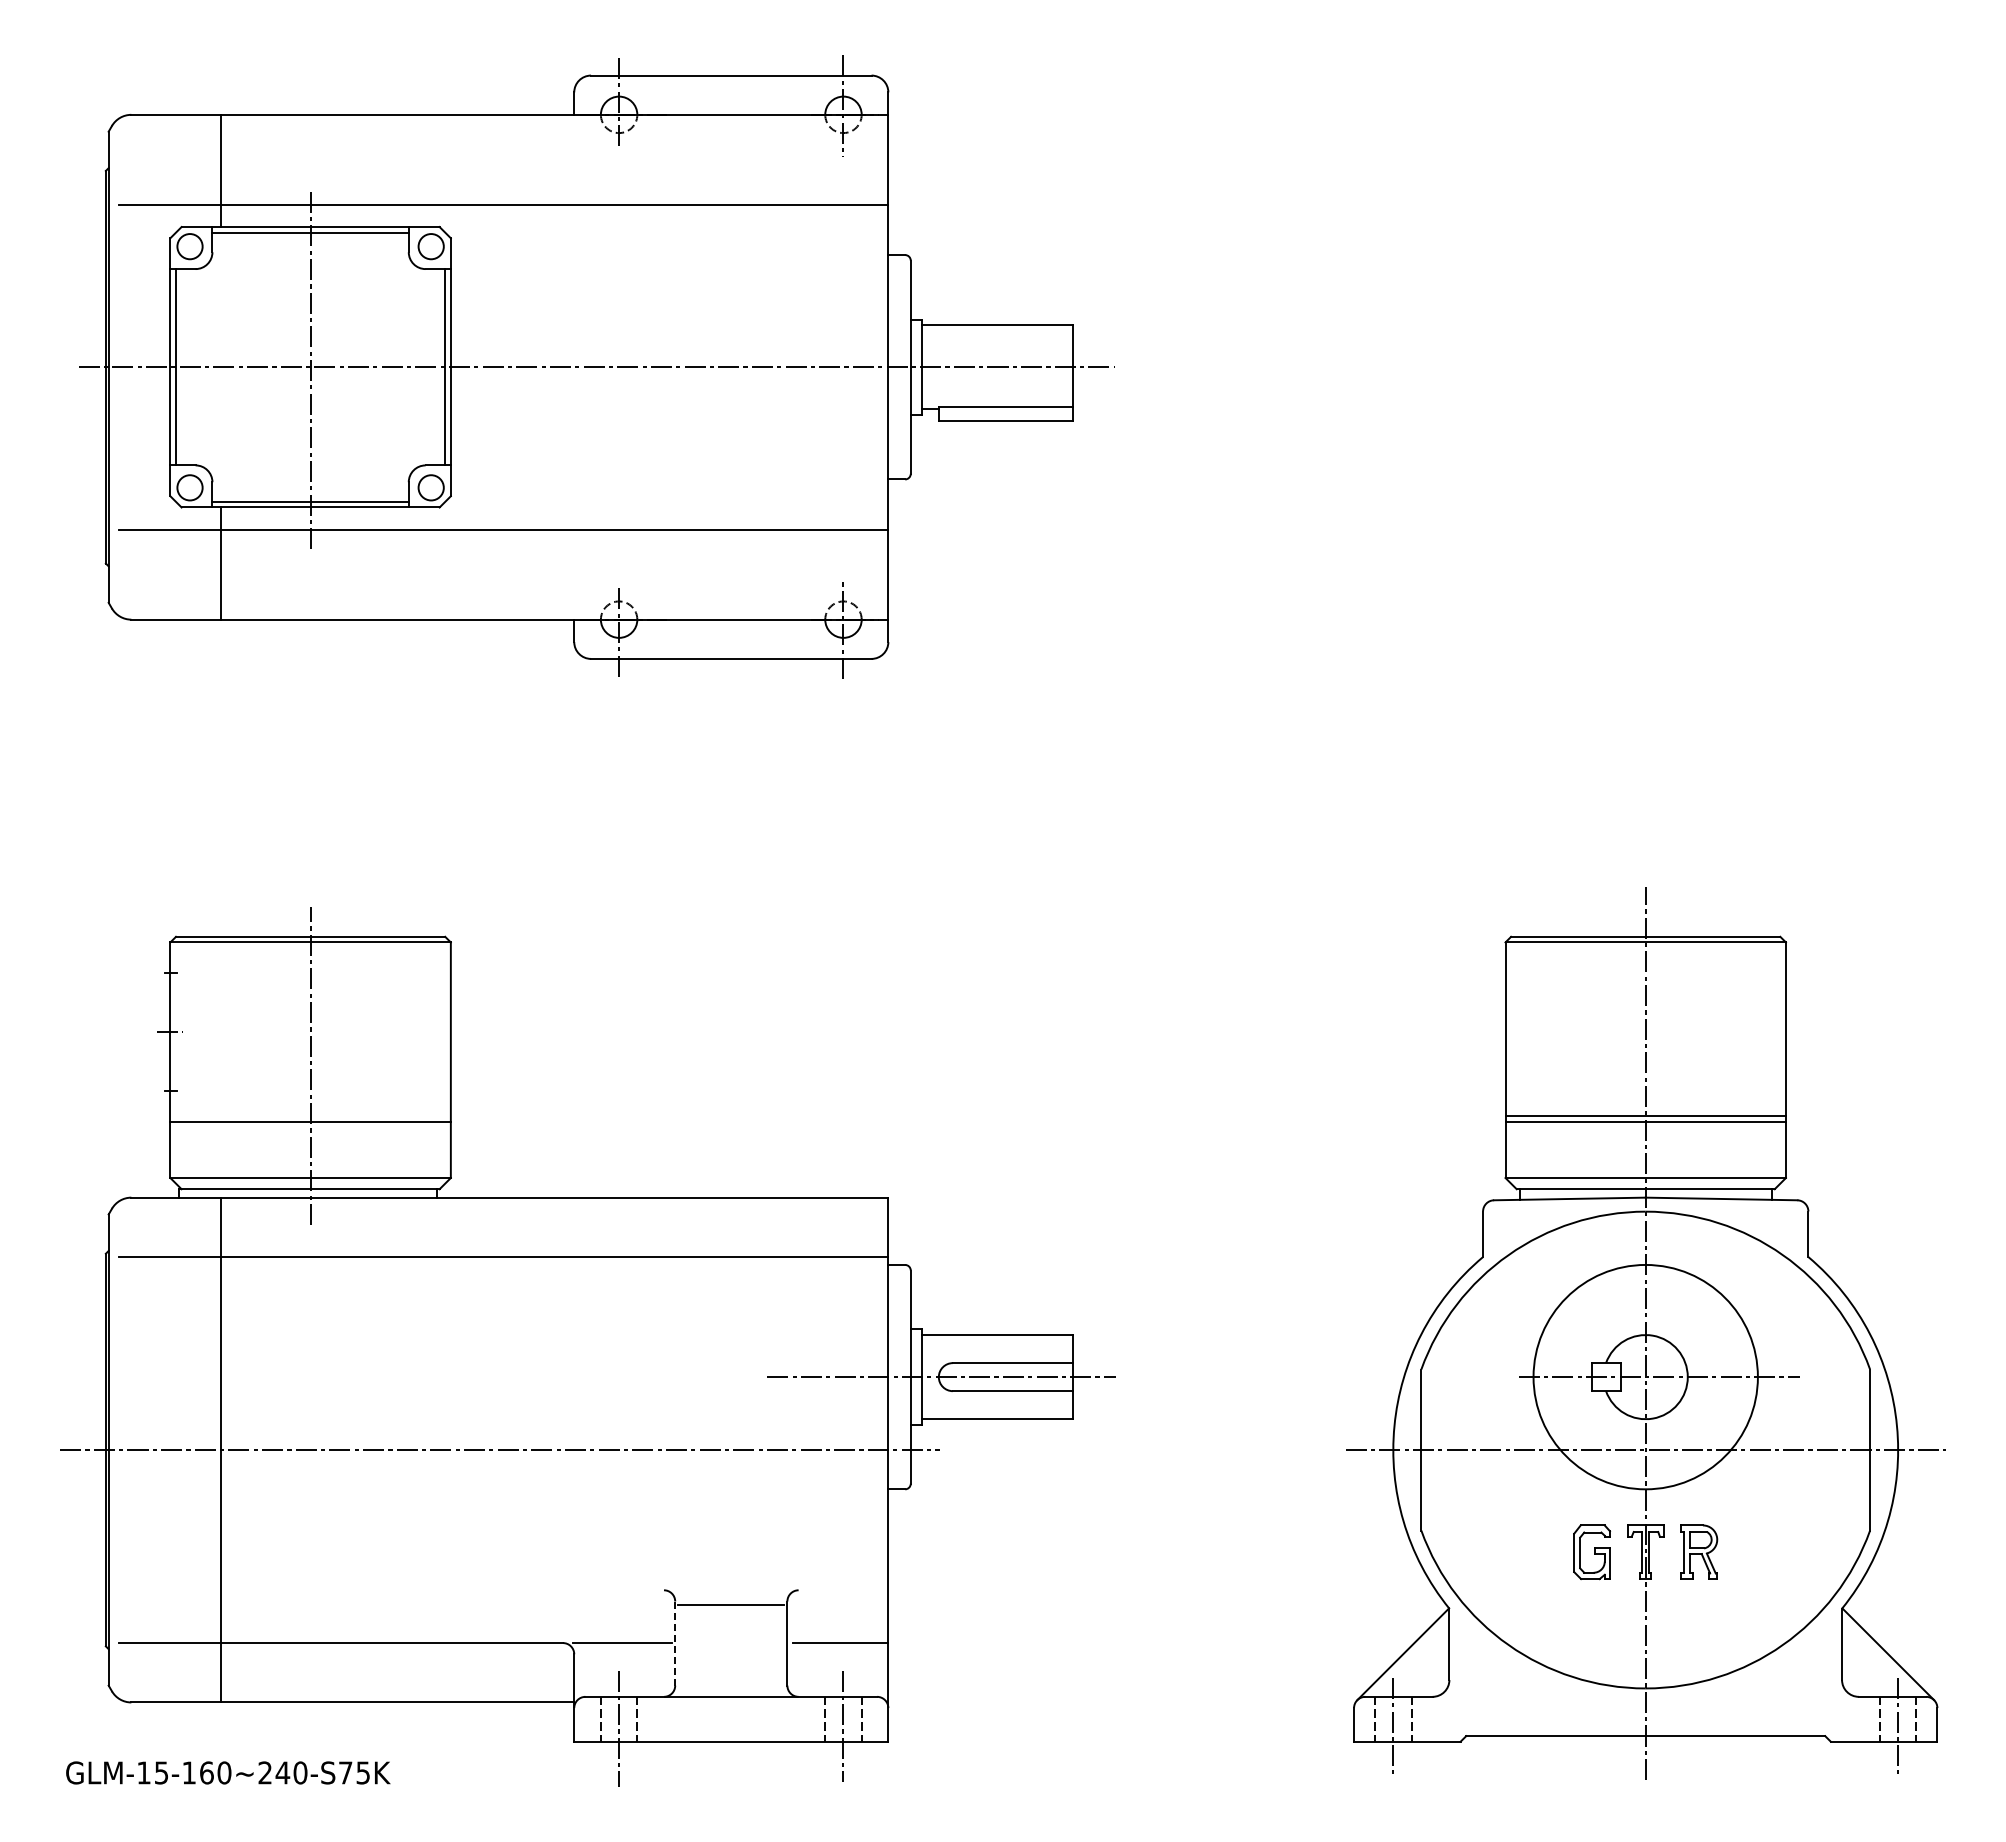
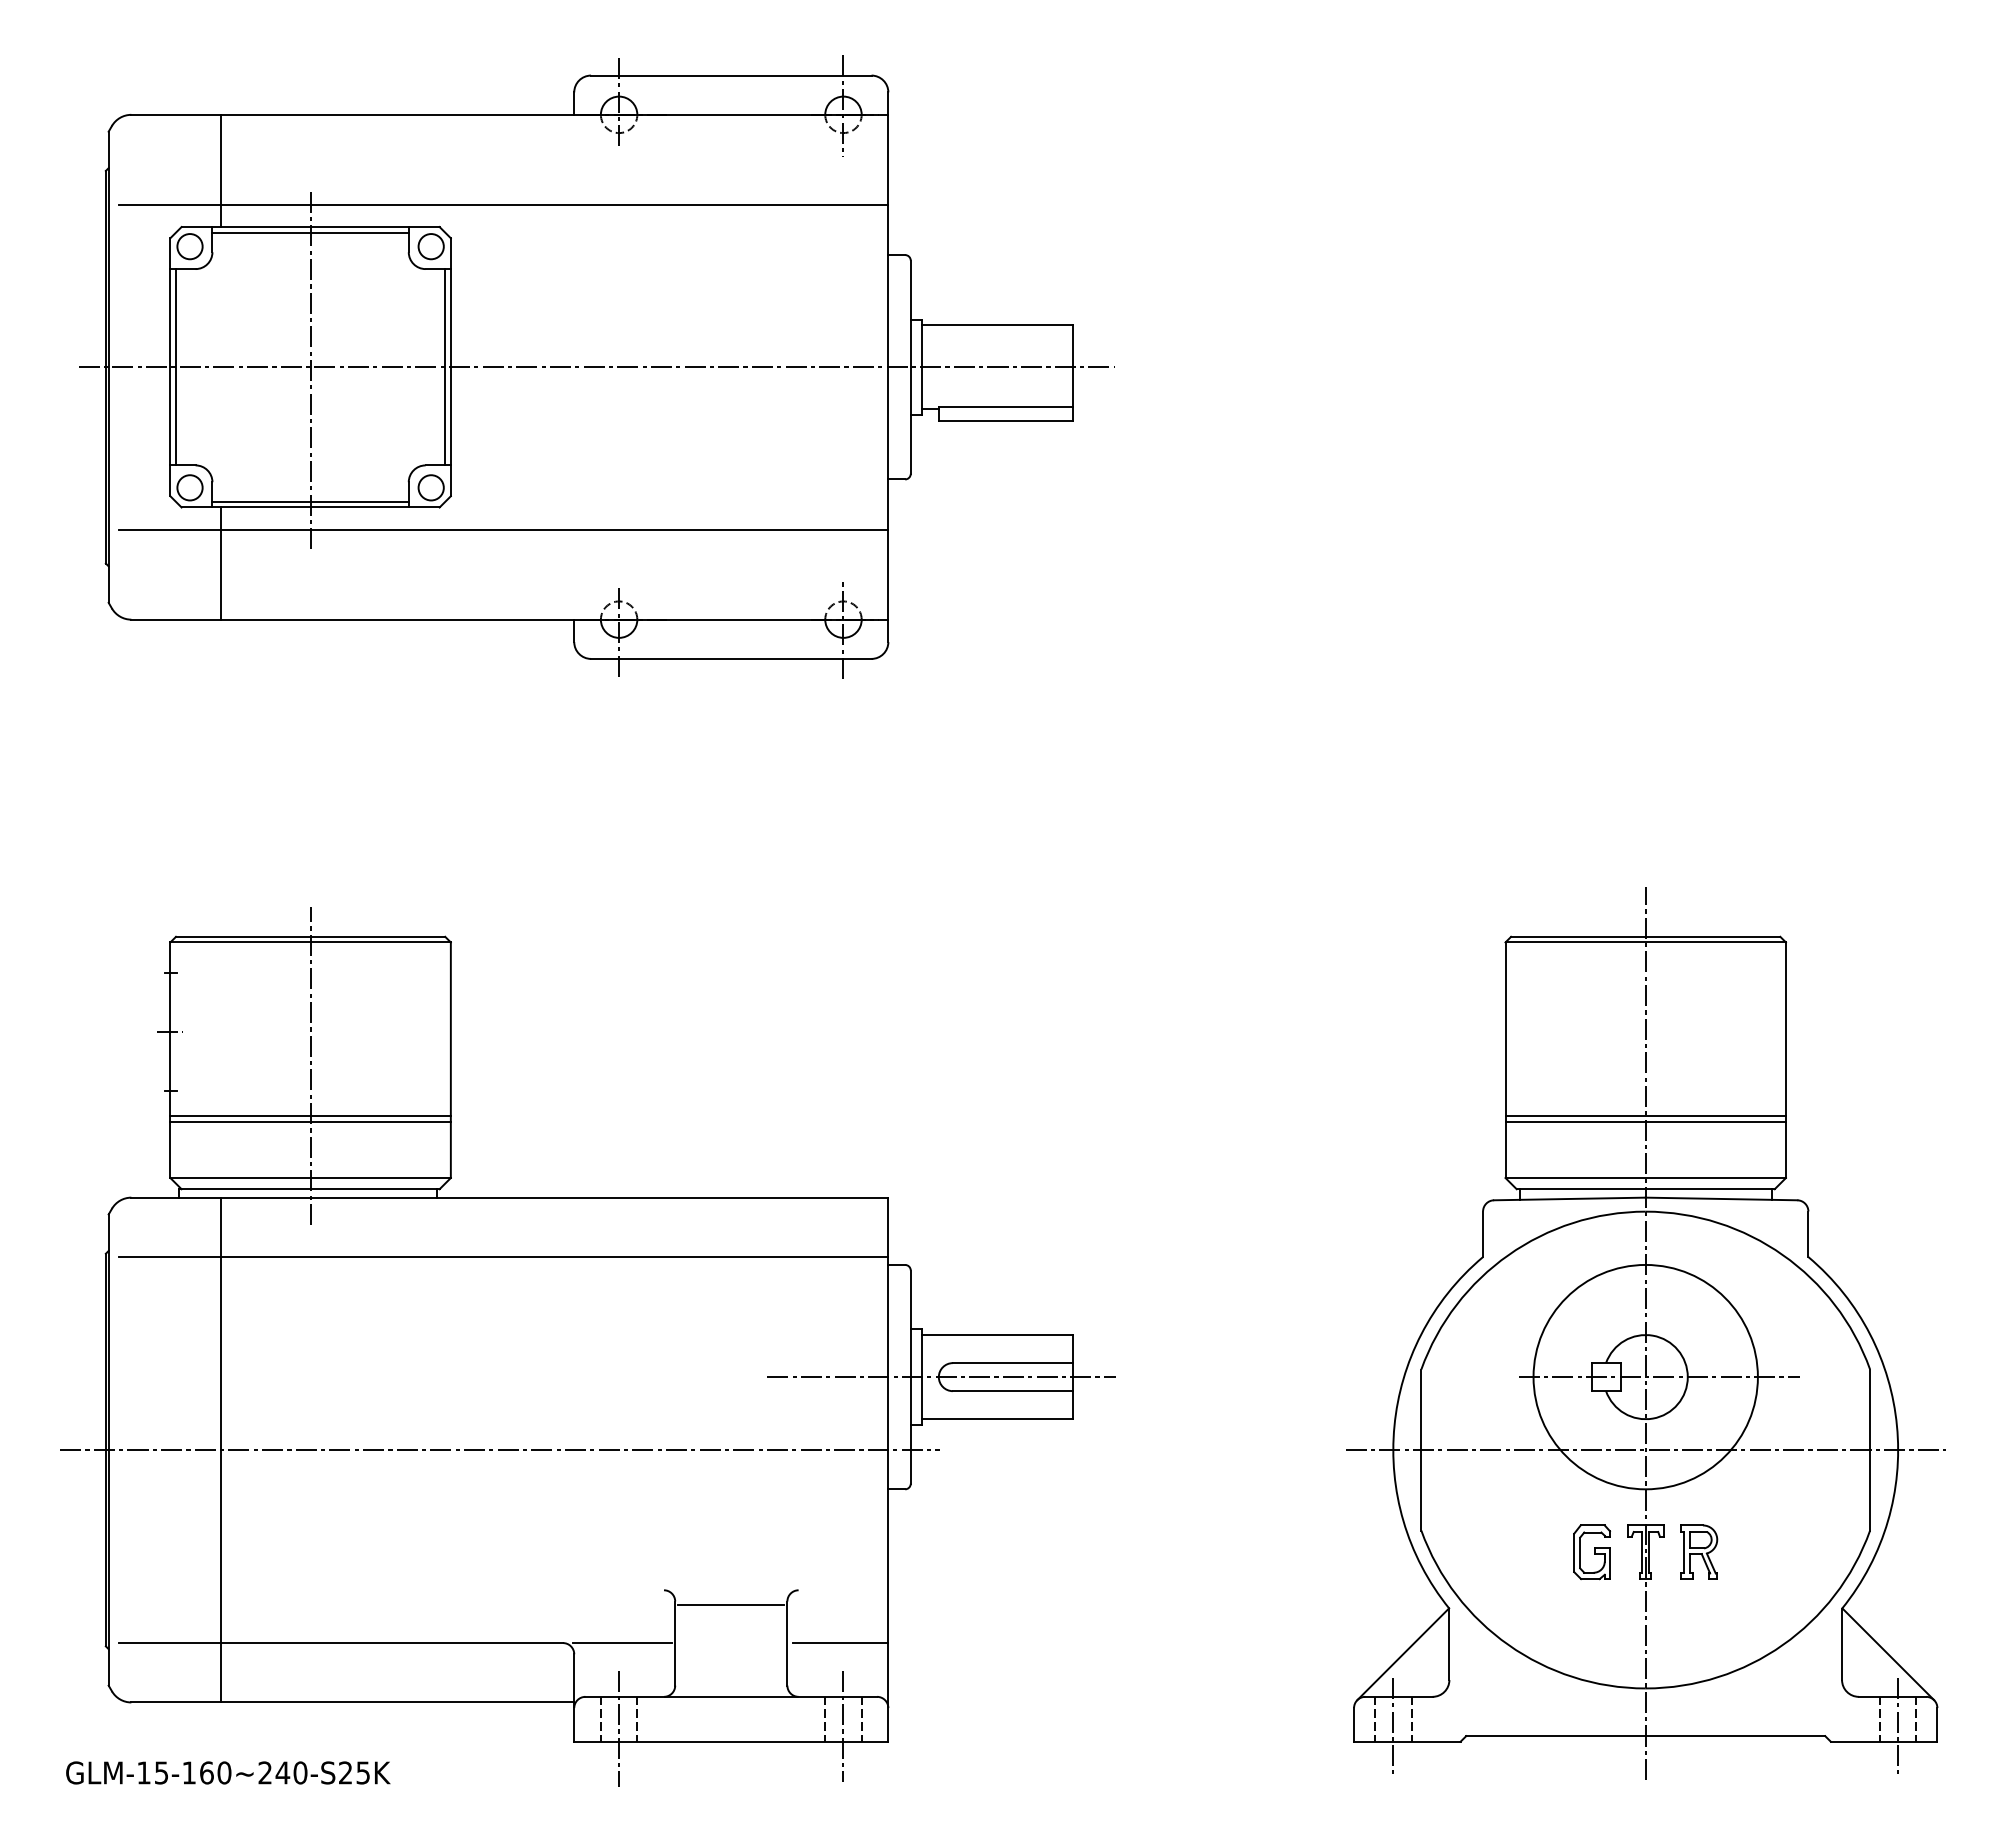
line at (310, 1116): none -> present
line at (675, 1643): dashed -> solid
text at (345, 1772): GLM-15-160~240-S75K -> GLM-15-160~240-S25K
